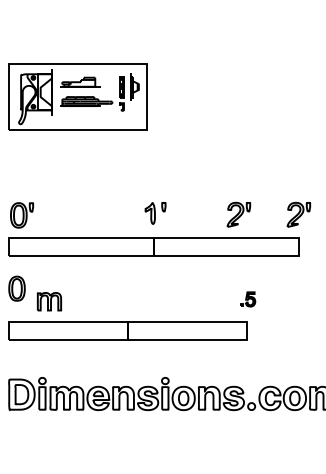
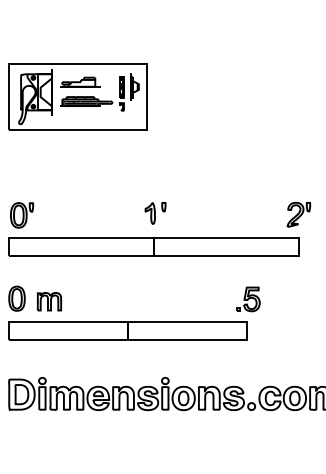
part at (238, 214): present -> none
part at (16, 288) position: (16, 288) -> (16, 298)
part at (248, 299) size: 17x17 px -> 25x27 px
